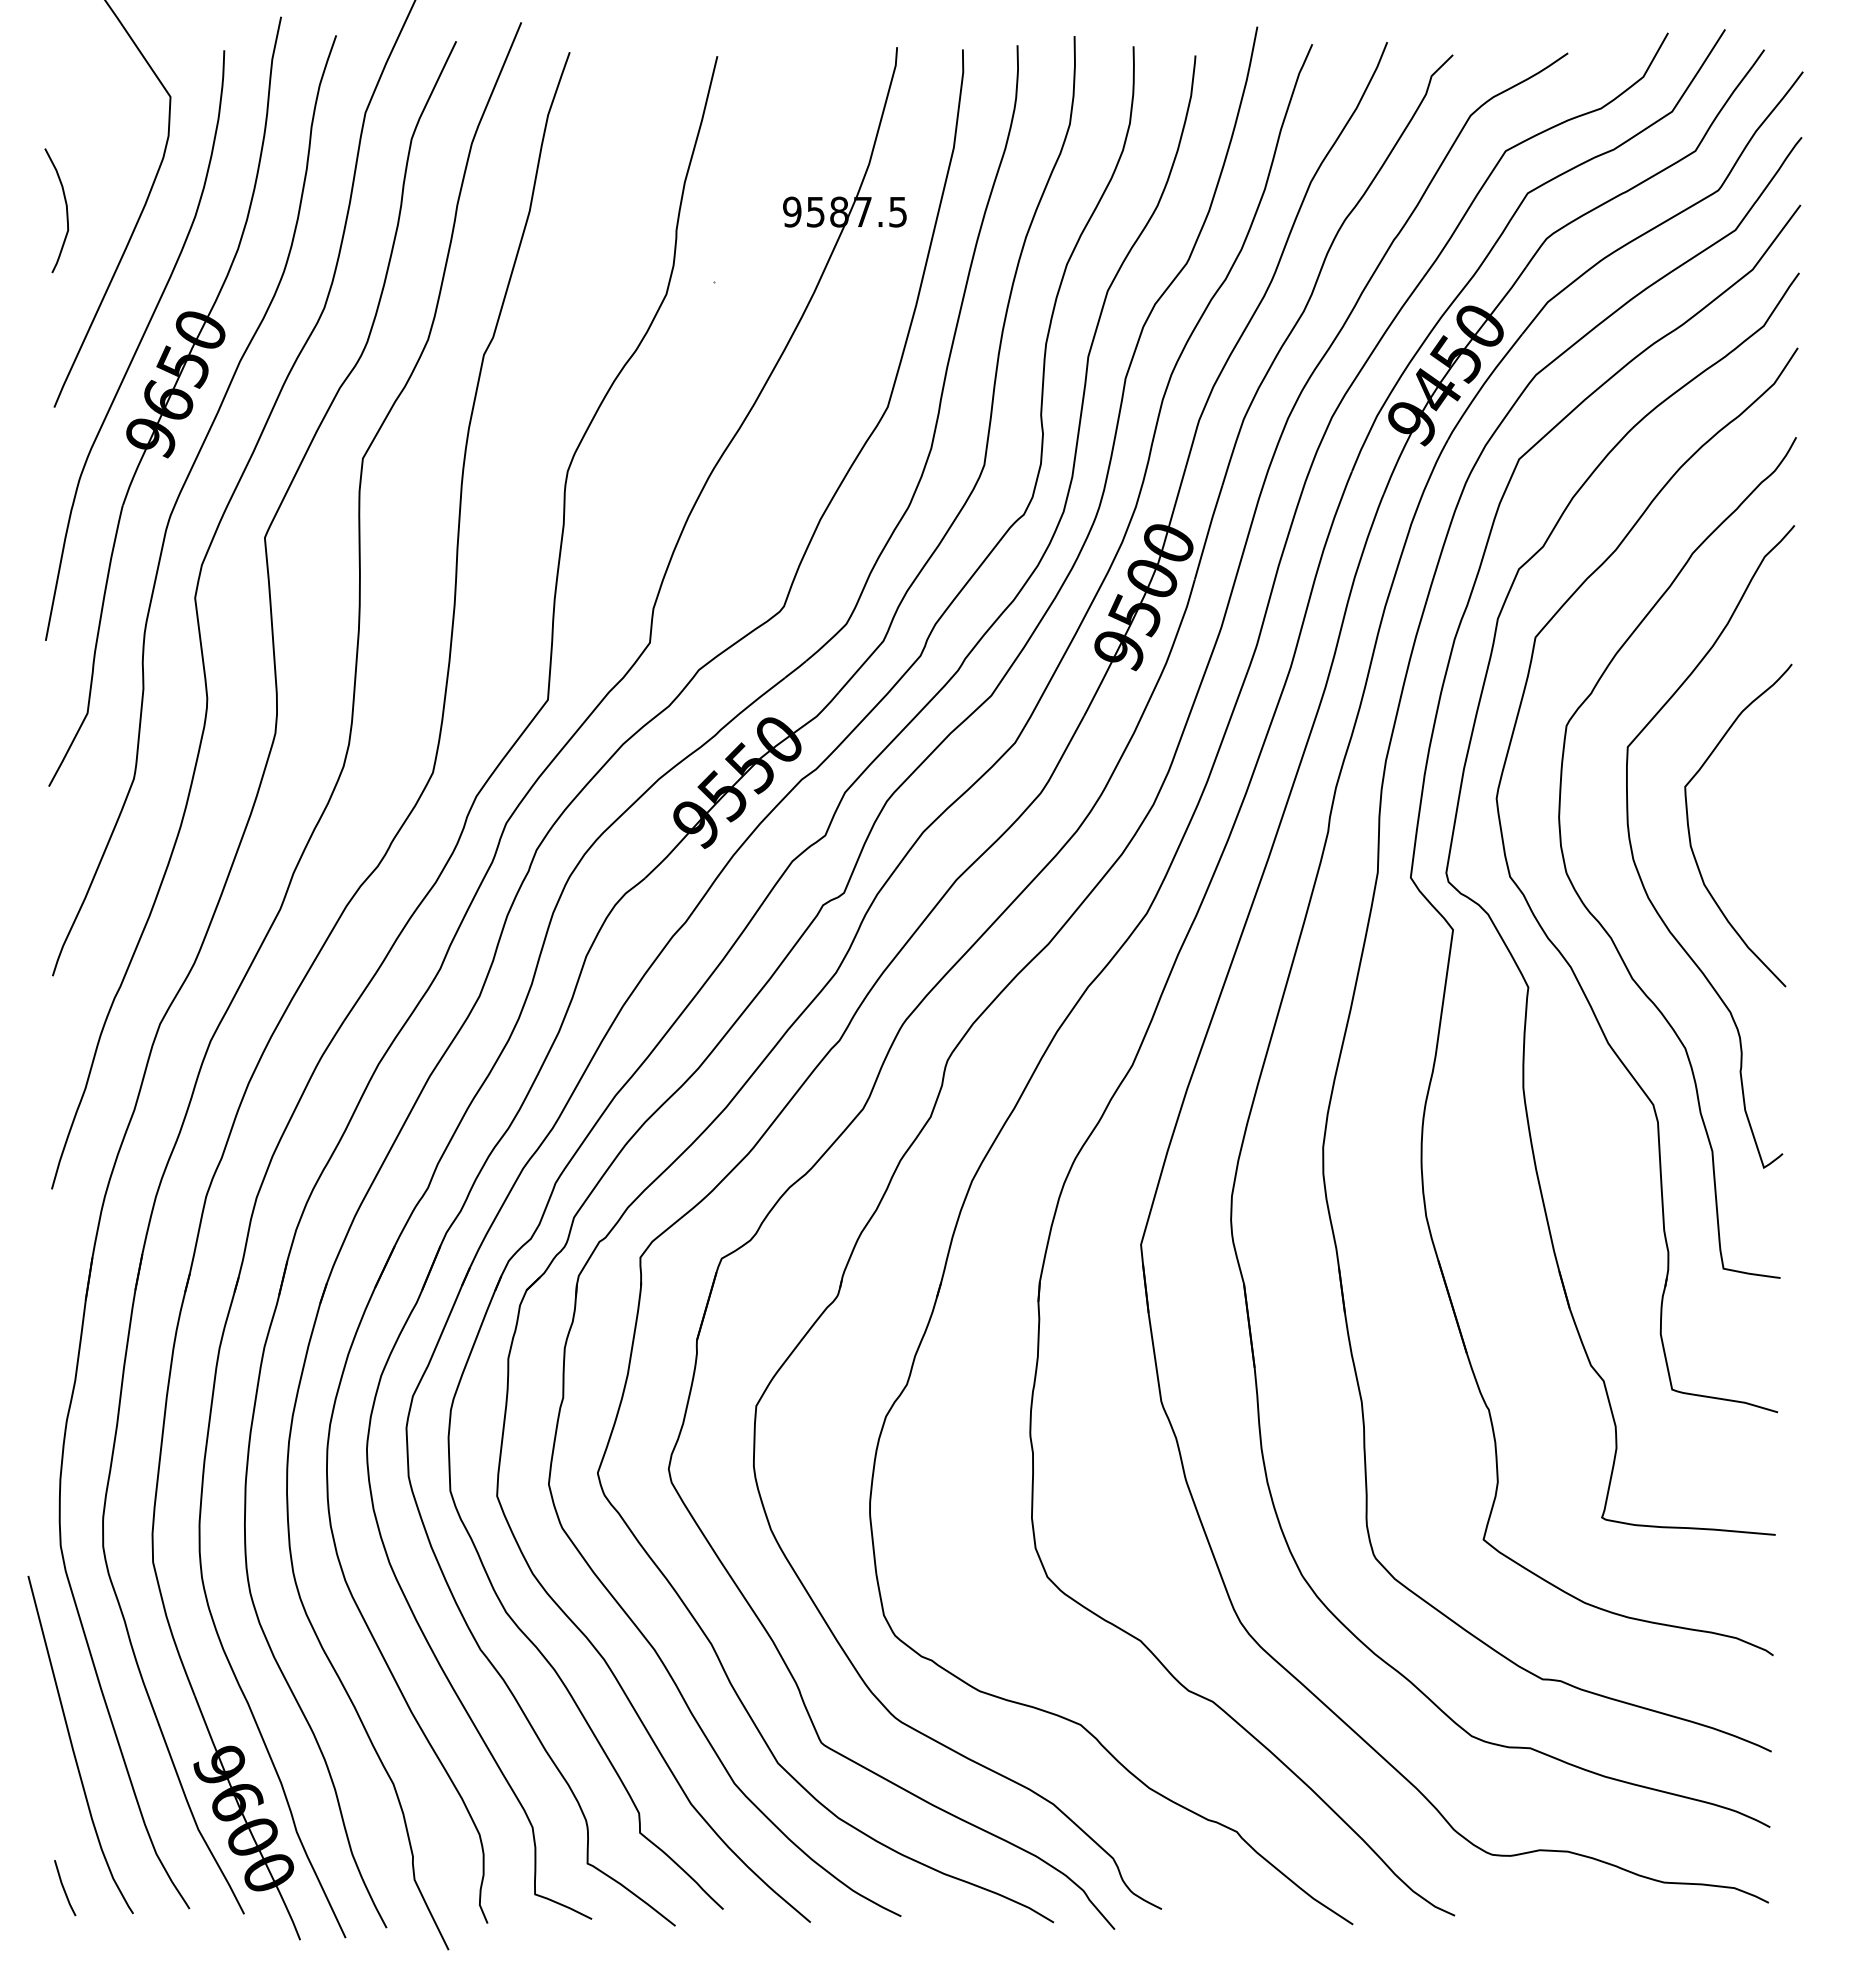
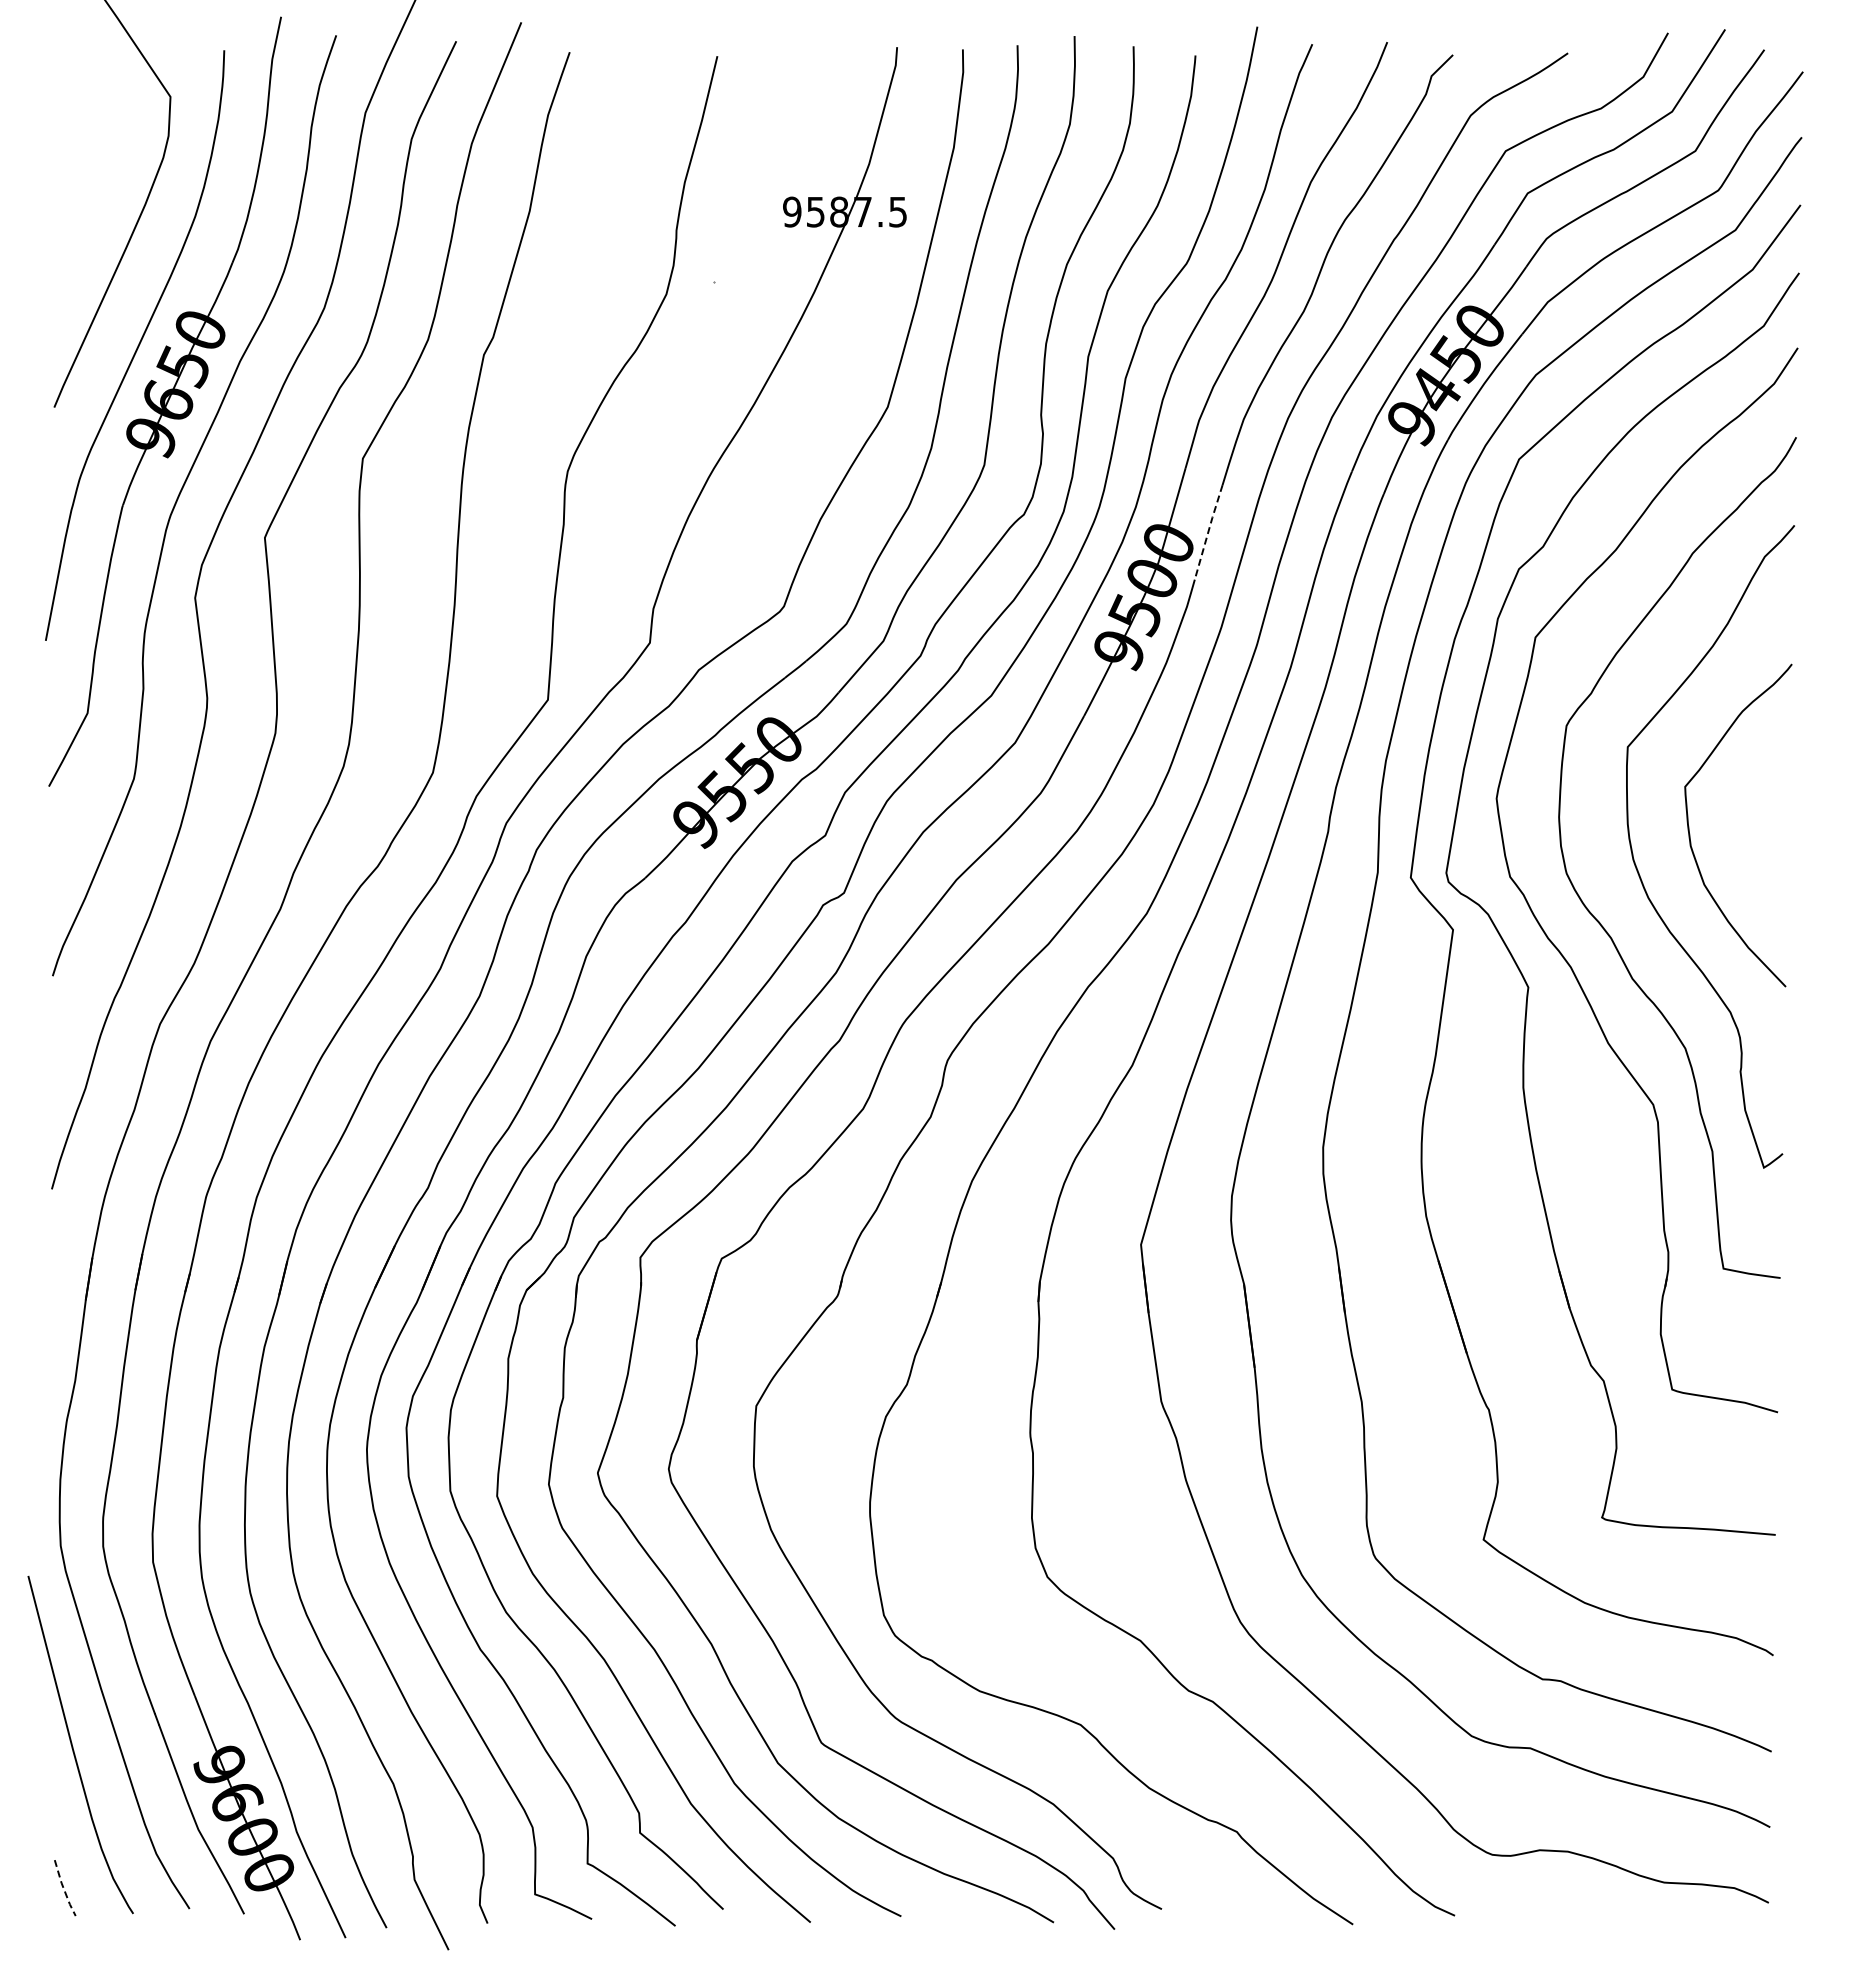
curve at (66, 210): present -> none
line at (1208, 531): solid -> dashed
line at (63, 1888): solid -> dashed
